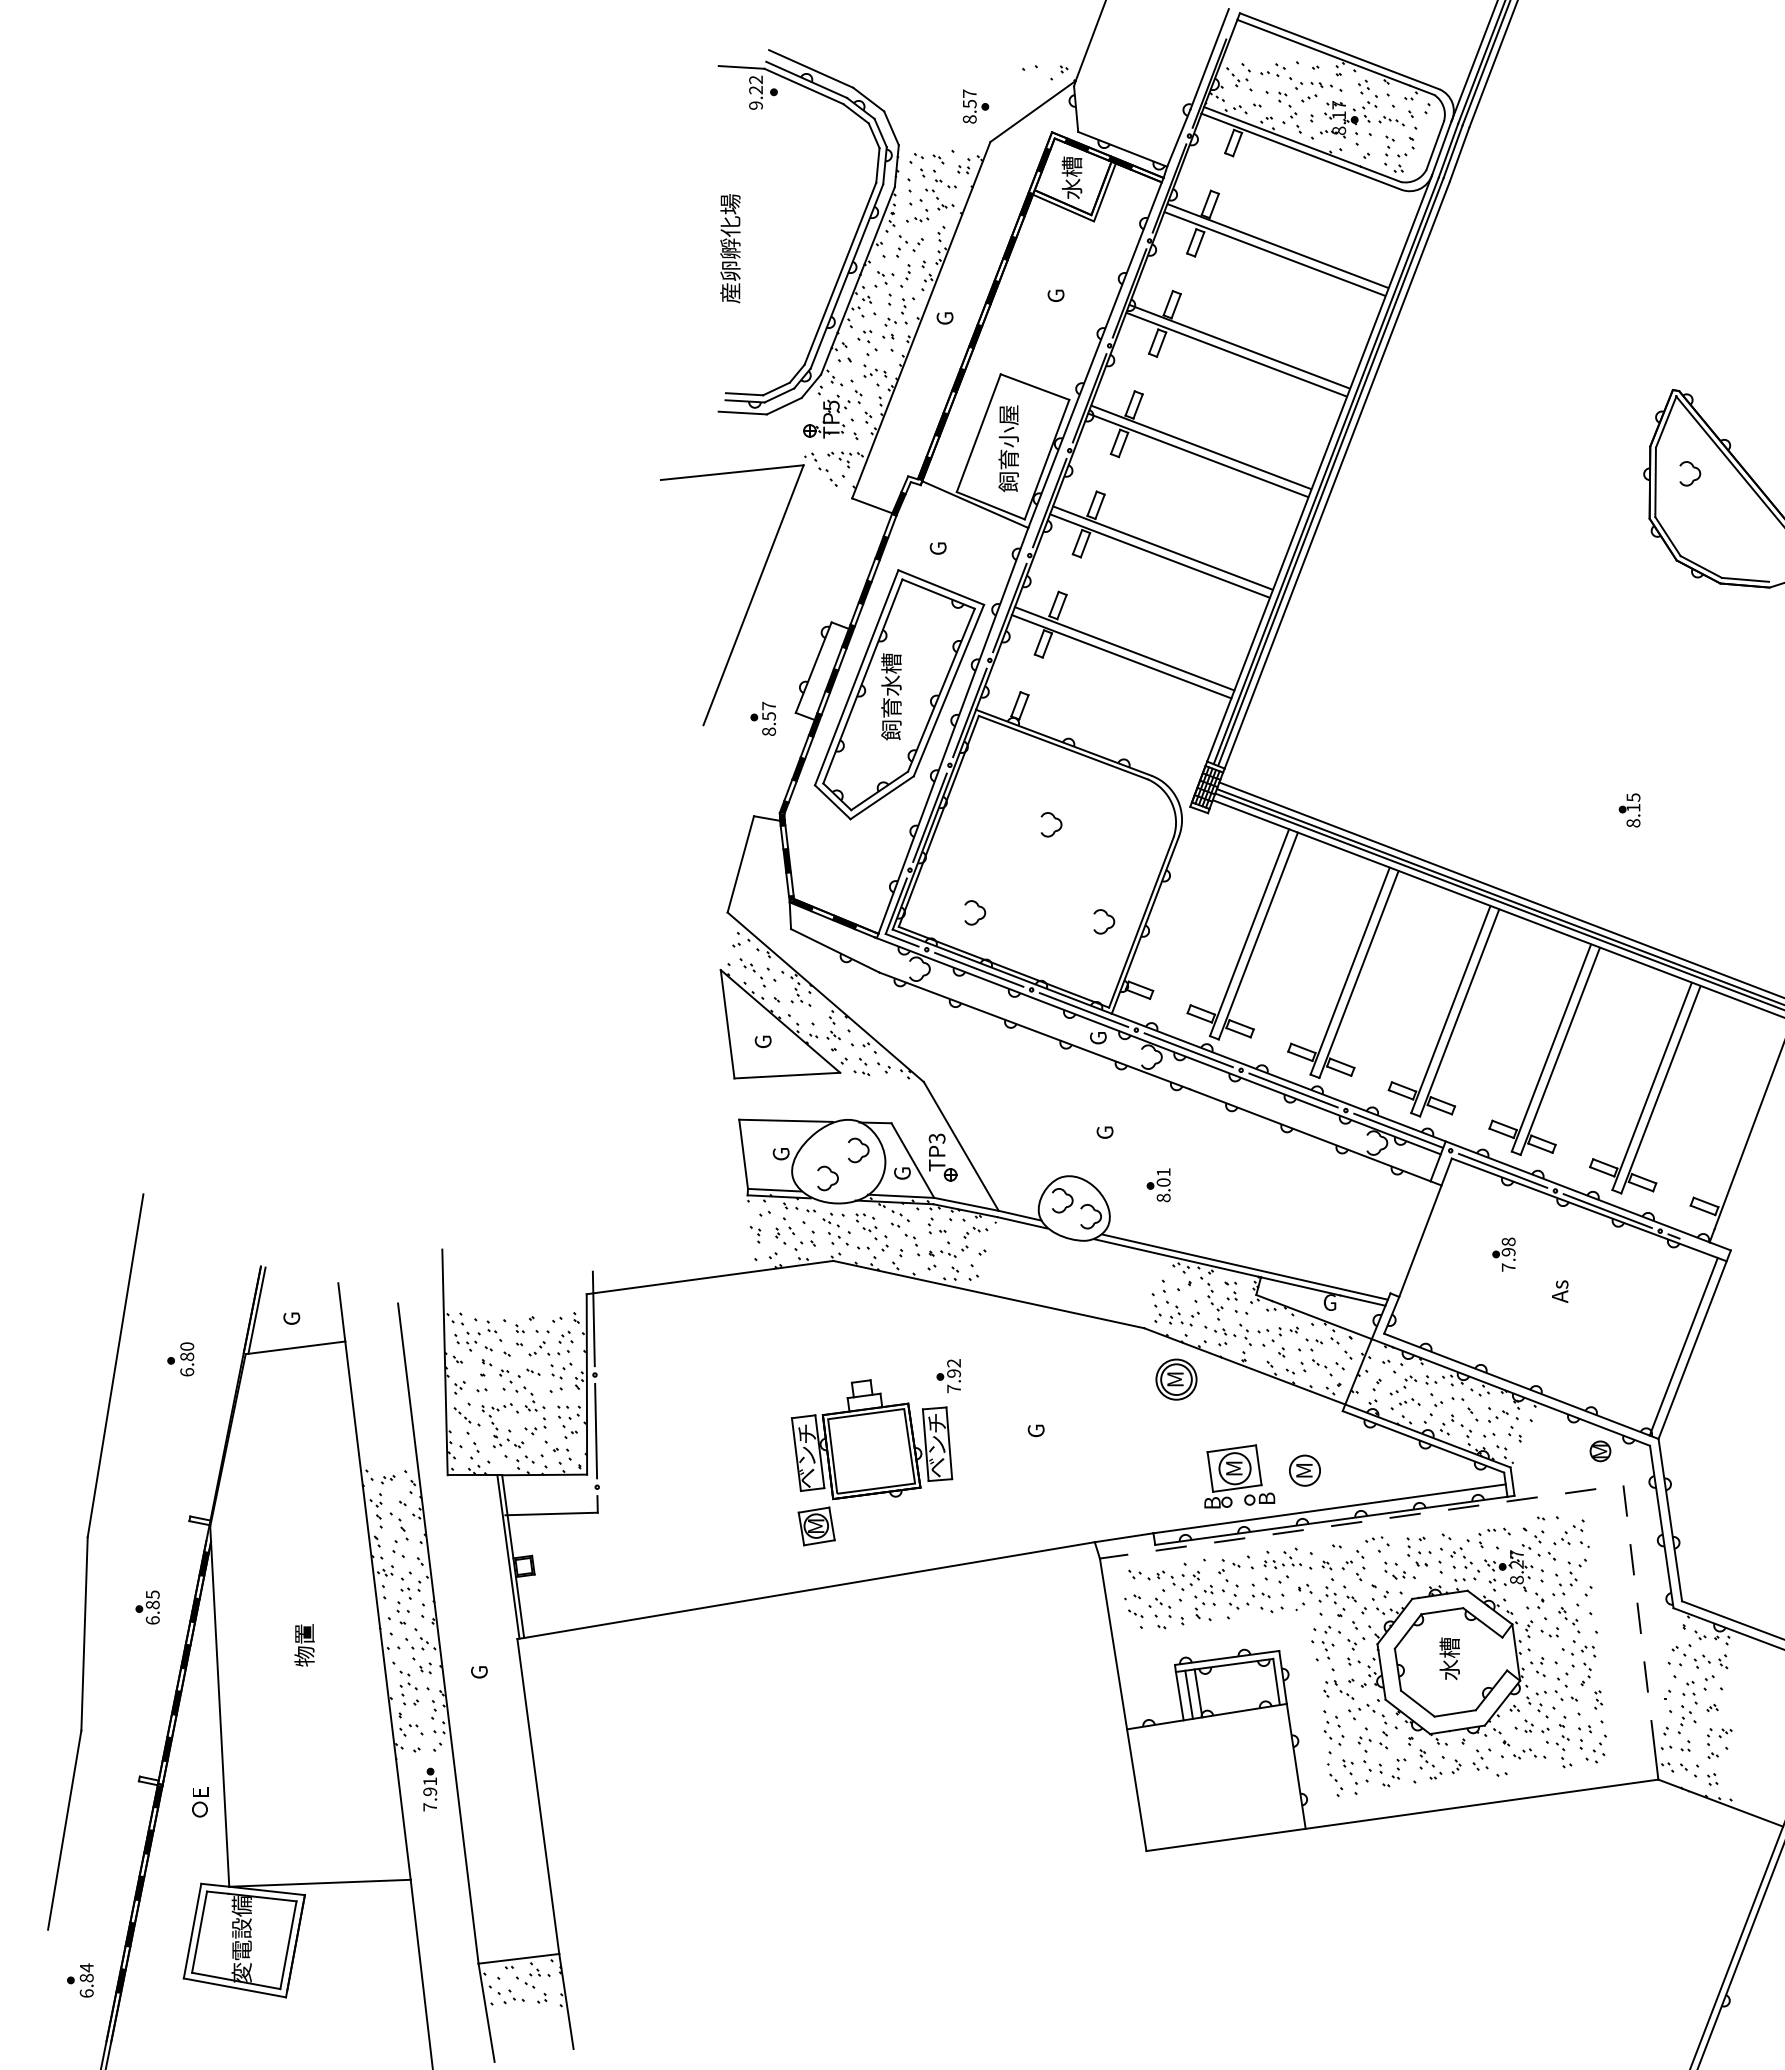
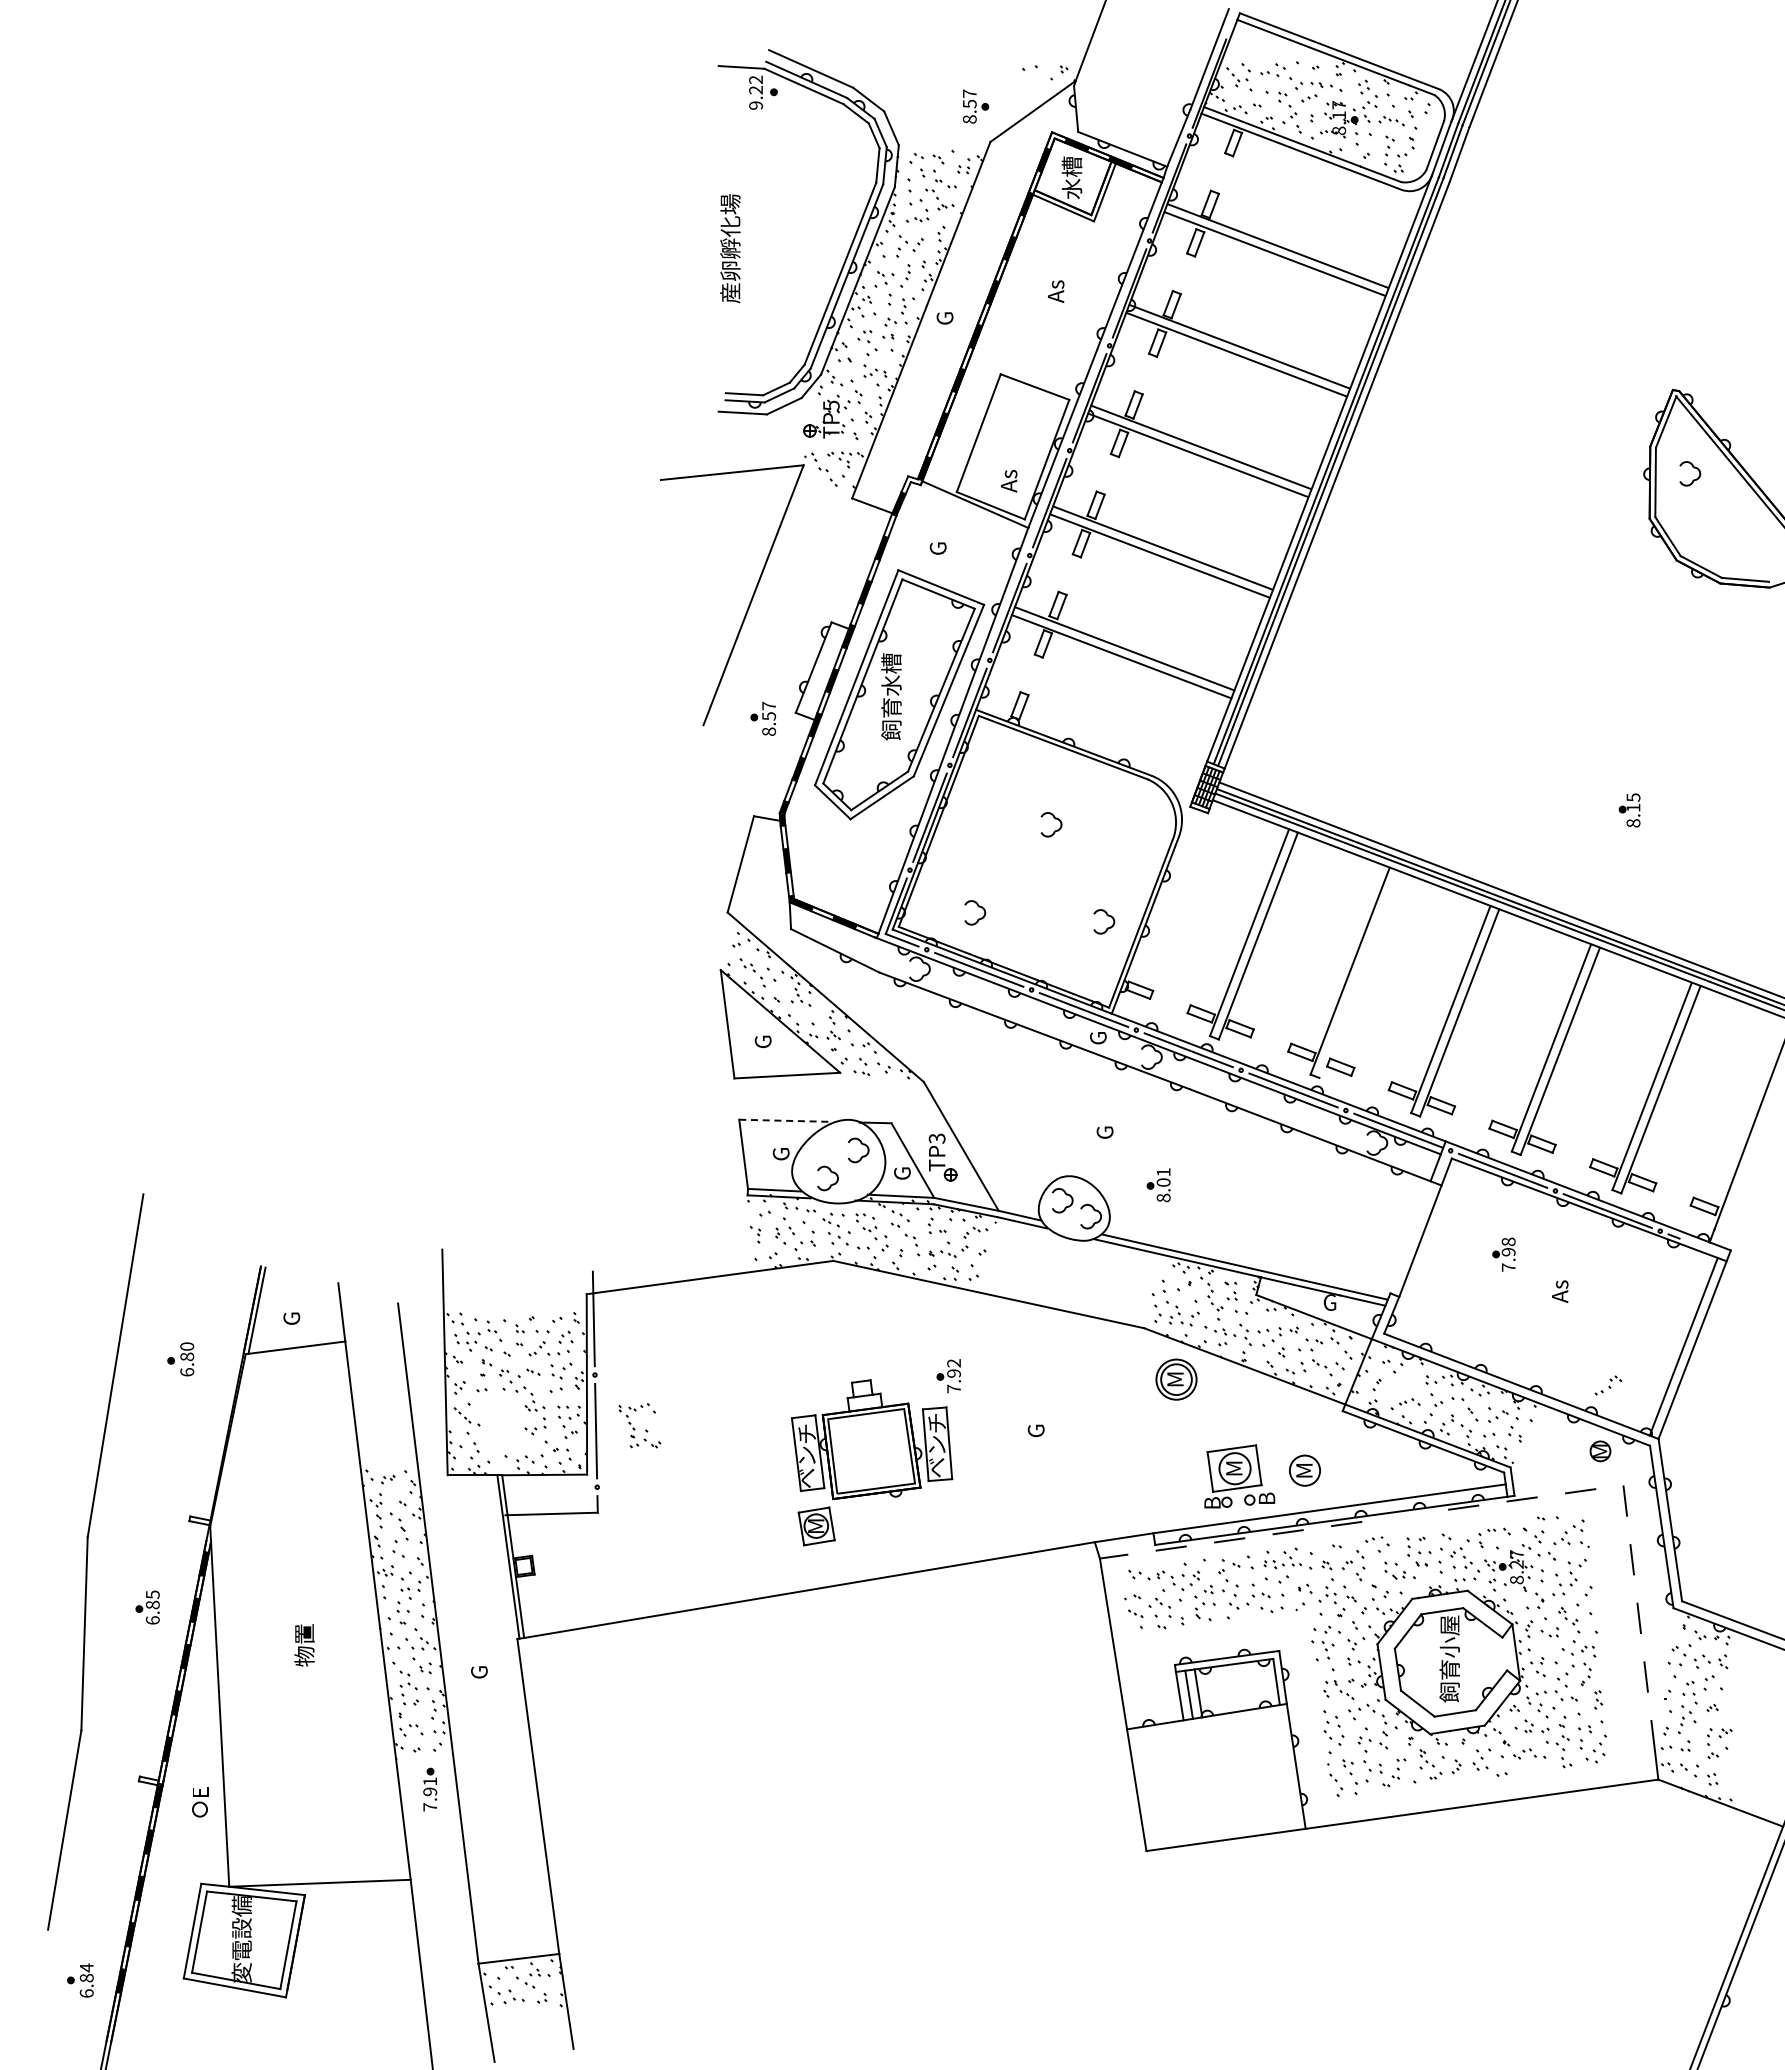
text at (1055, 291): G -> As
text at (1008, 448): 飼育小屋 -> As
line at (1358, 974): present -> none
line at (786, 1120): solid -> dashed
part at (1403, 1385) position: (1403, 1385) -> (1608, 1385)
part at (502, 1425) position: (502, 1425) -> (639, 1425)
line at (1404, 1515): present -> none
text at (1449, 1658): 水槽 -> 飼育小屋
